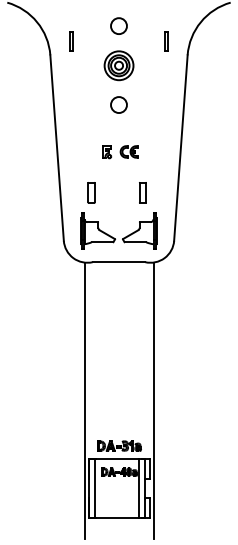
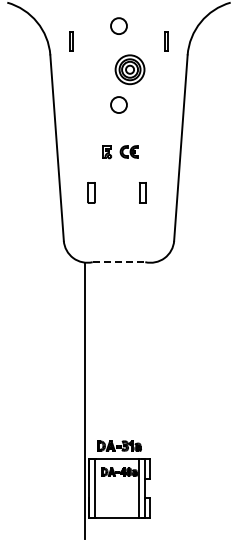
part at (118, 65) position: (118, 65) -> (129, 69)
part at (114, 237): present -> none
line at (119, 262): solid -> dashed
line at (153, 400): present -> none
